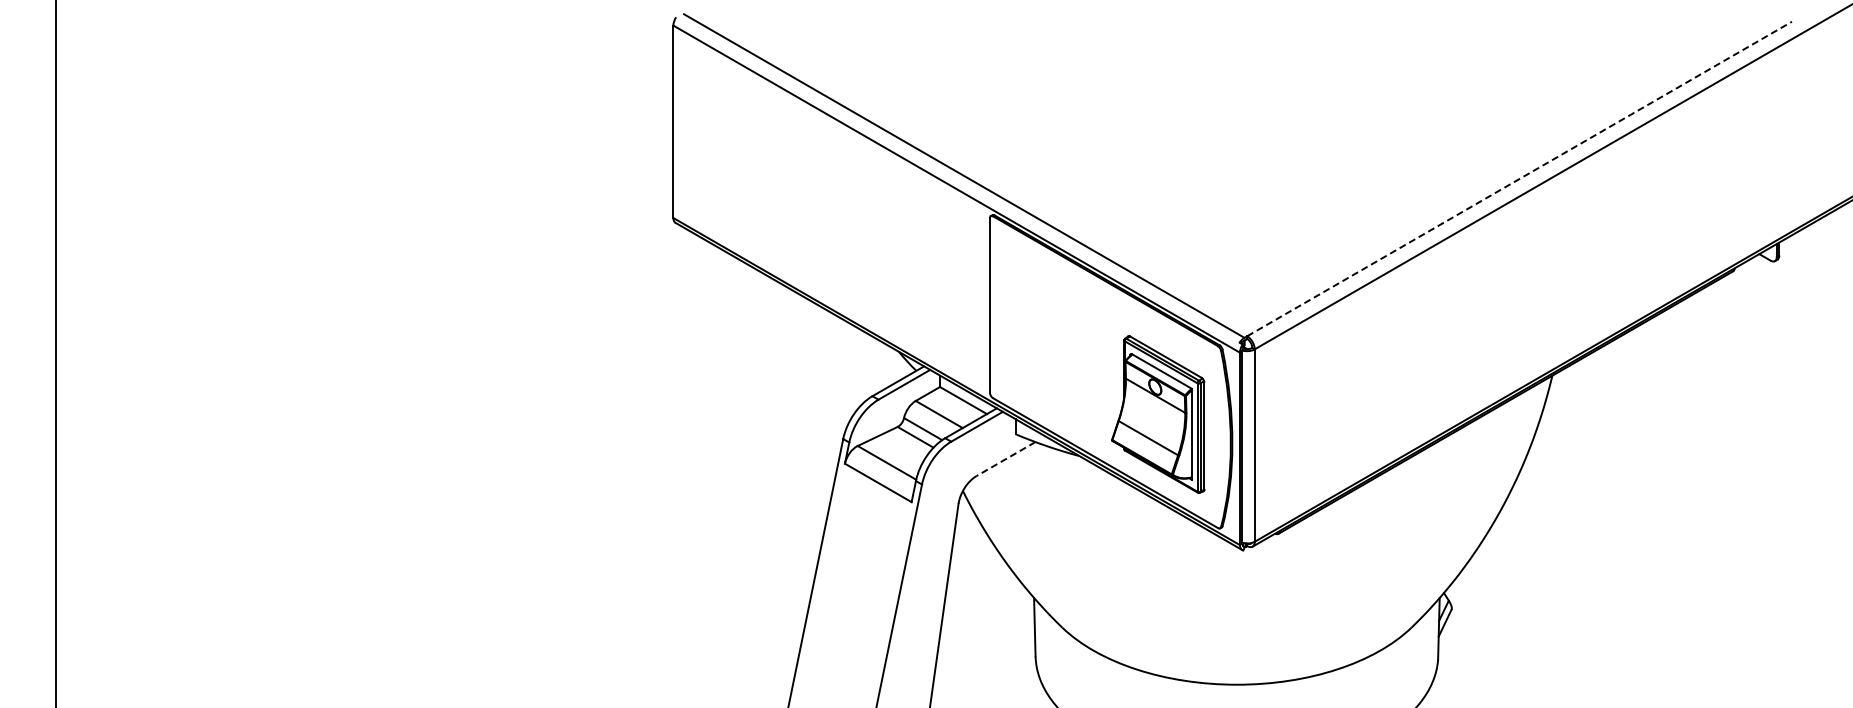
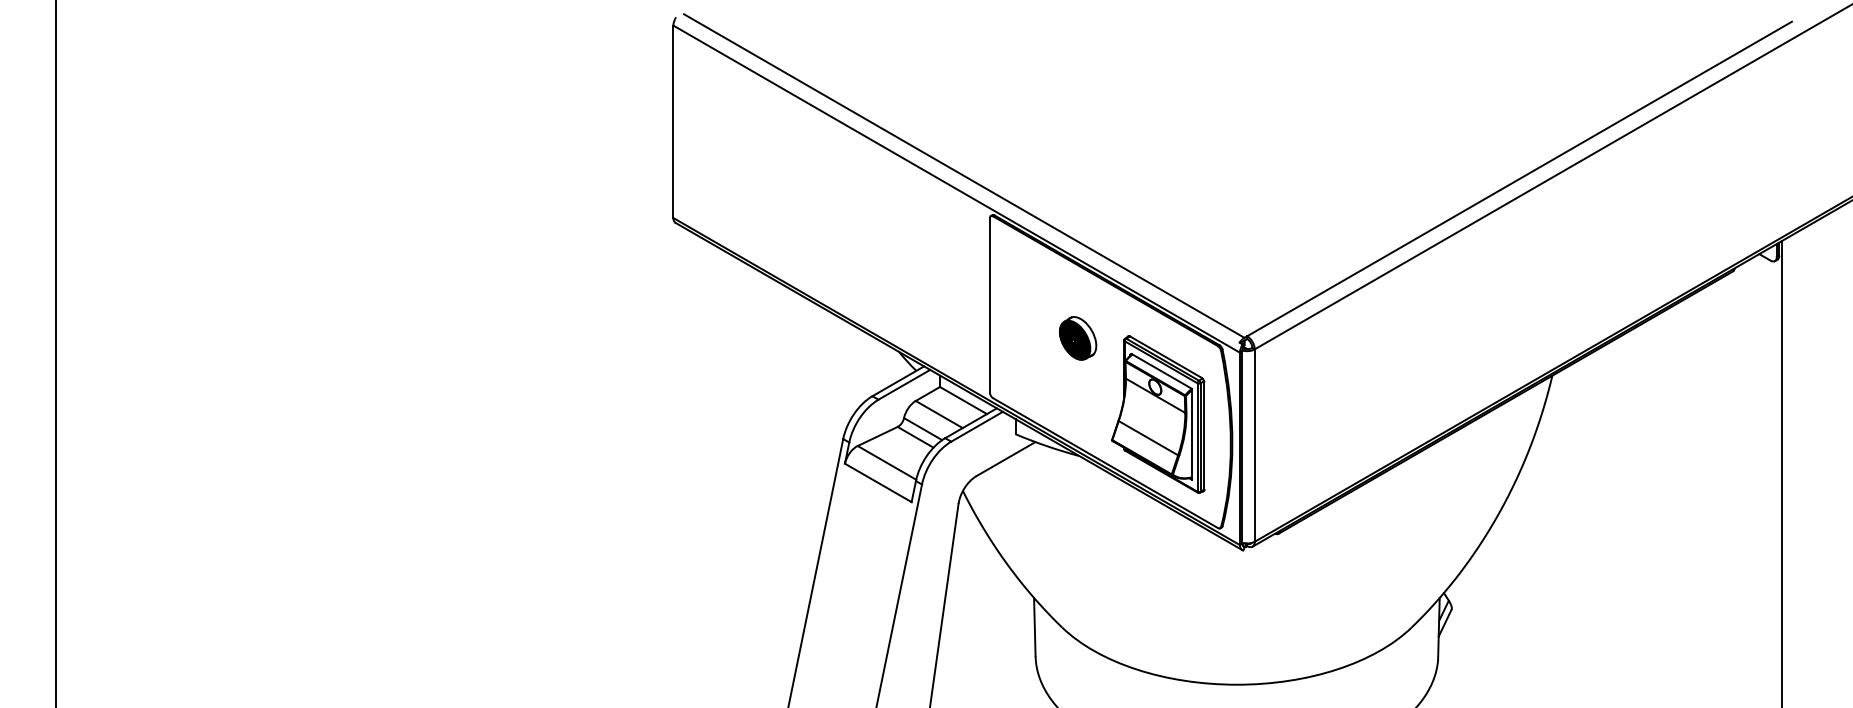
line at (1520, 178): dashed -> solid
part at (1078, 338): none -> present
line at (1005, 459): dashed -> solid
line at (1782, 472): none -> present
